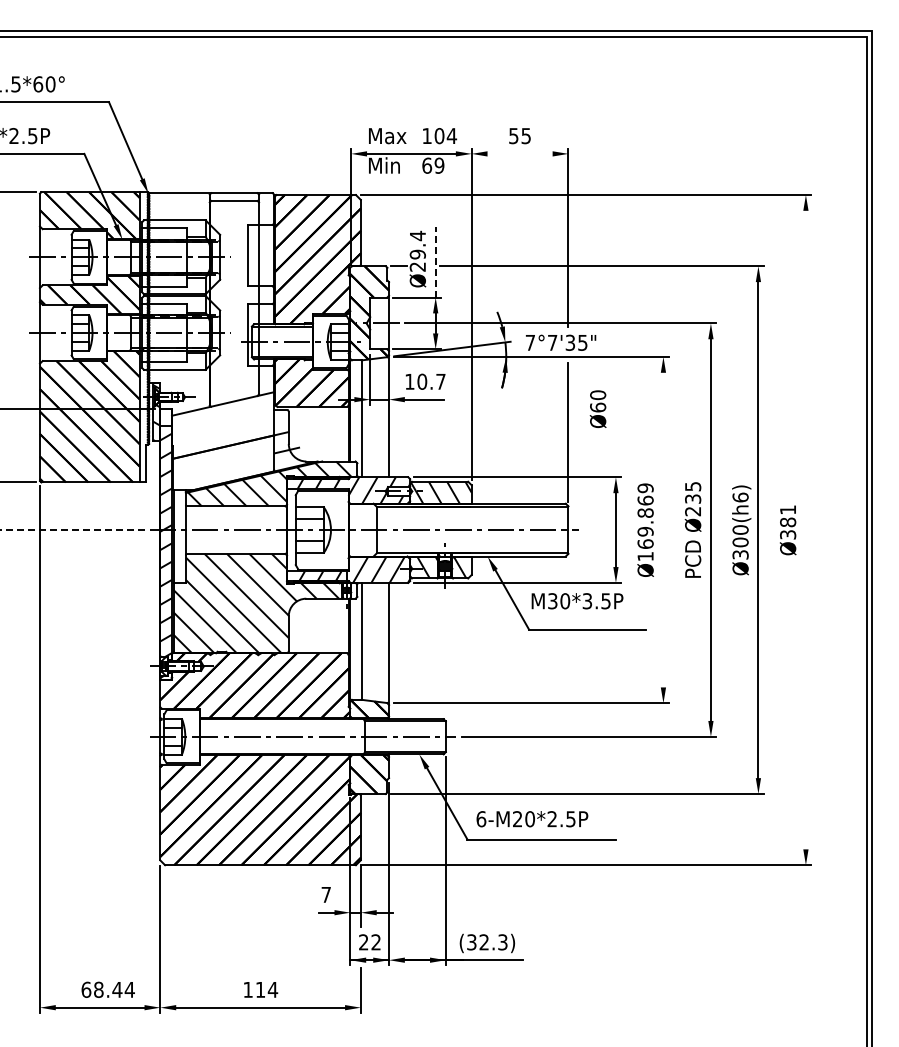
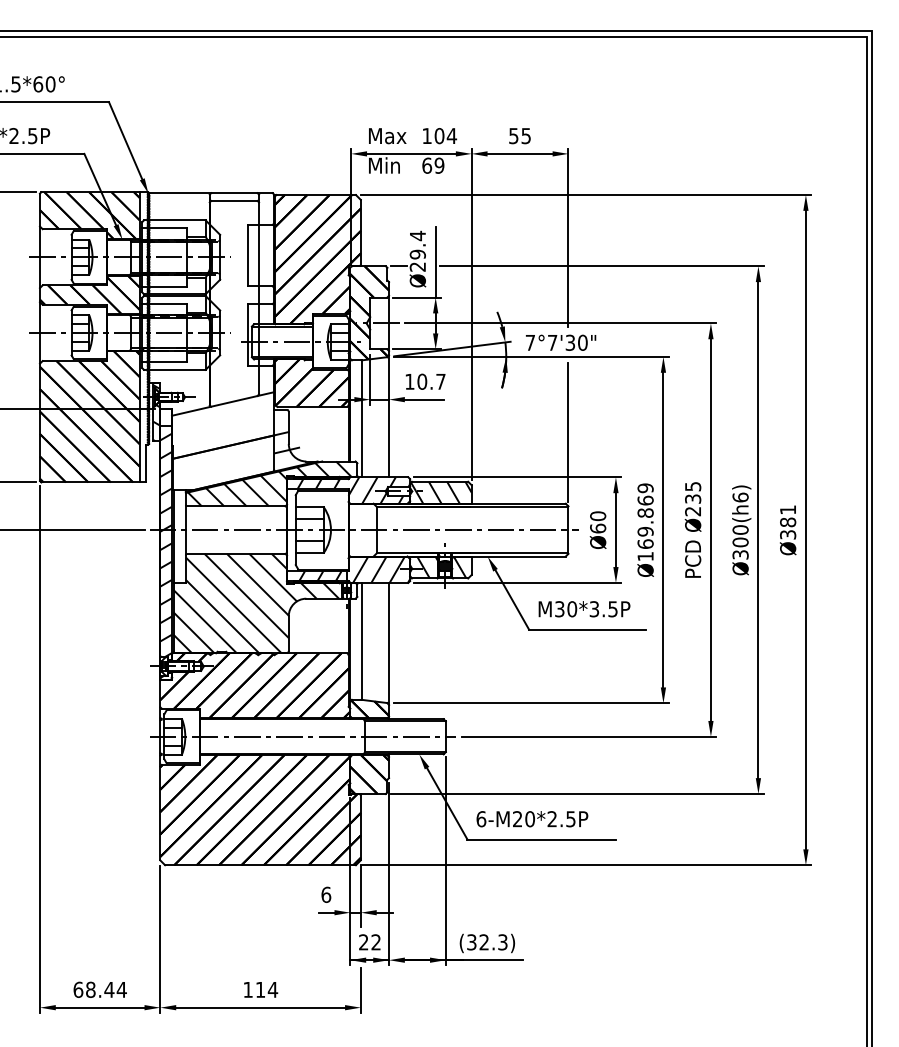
line at (519, 153): none -> present
line at (435, 261): dashed -> solid
text at (582, 342): 7°7'35" -> 7°7'30"
text at (597, 408) position: (597, 408) -> (597, 529)
line at (663, 529): none -> present
line at (805, 529): none -> present
line at (72, 530): dashed -> solid
text at (577, 601) position: (577, 601) -> (584, 609)
text at (326, 894): 7 -> 6
text at (107, 989) position: (107, 989) -> (99, 989)
